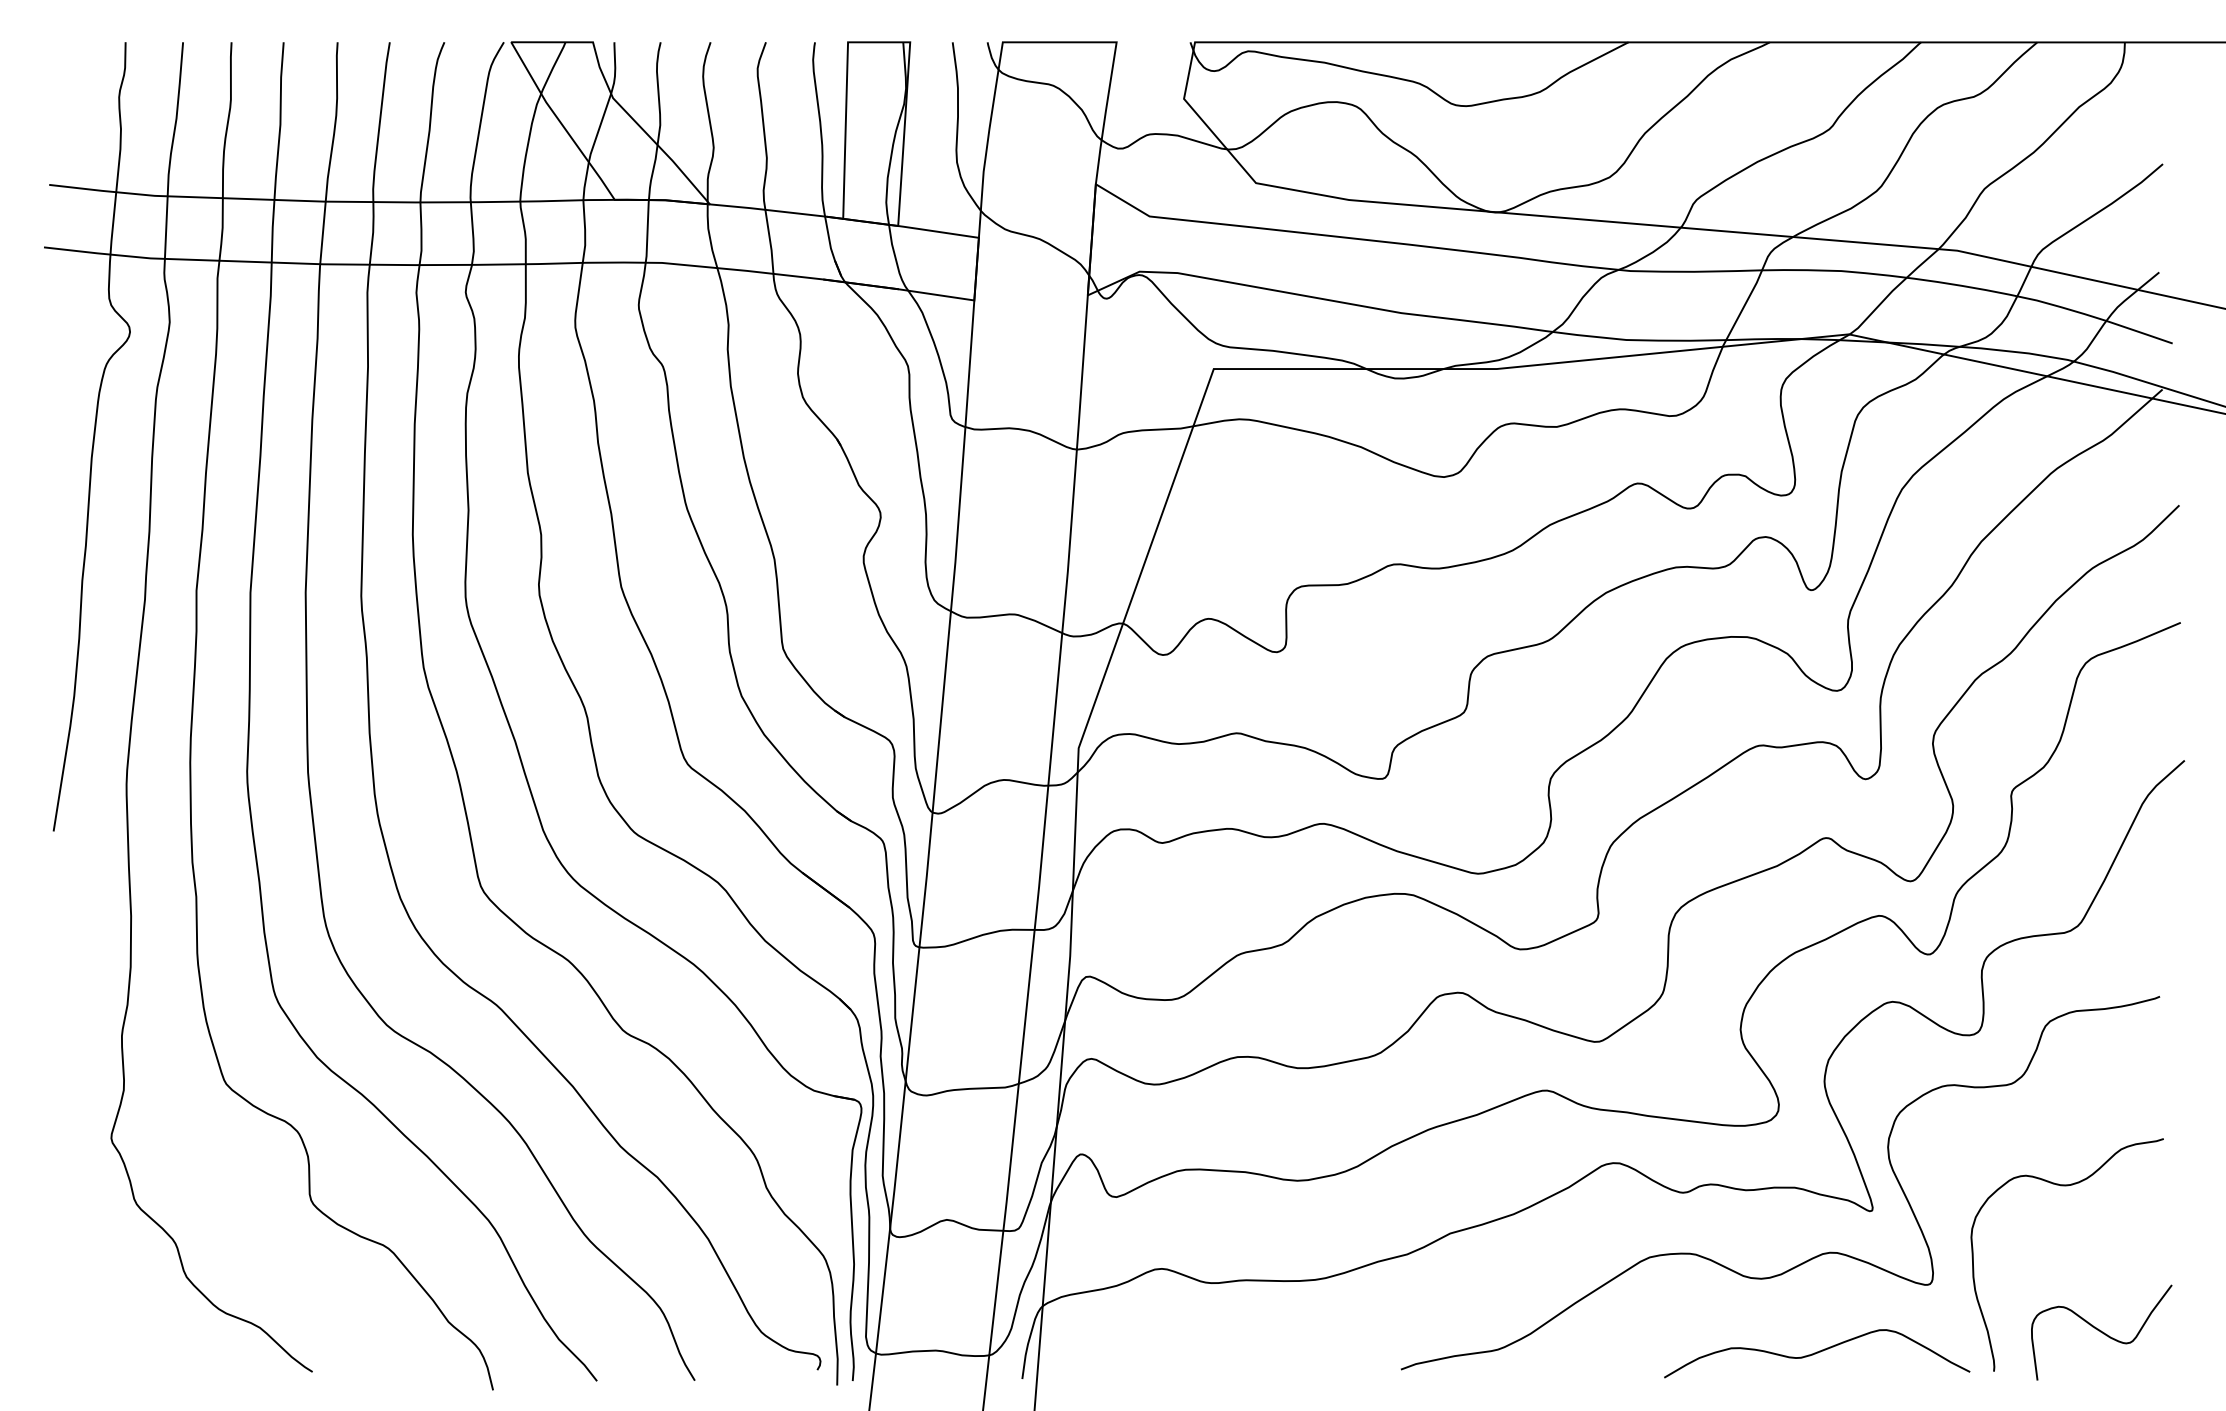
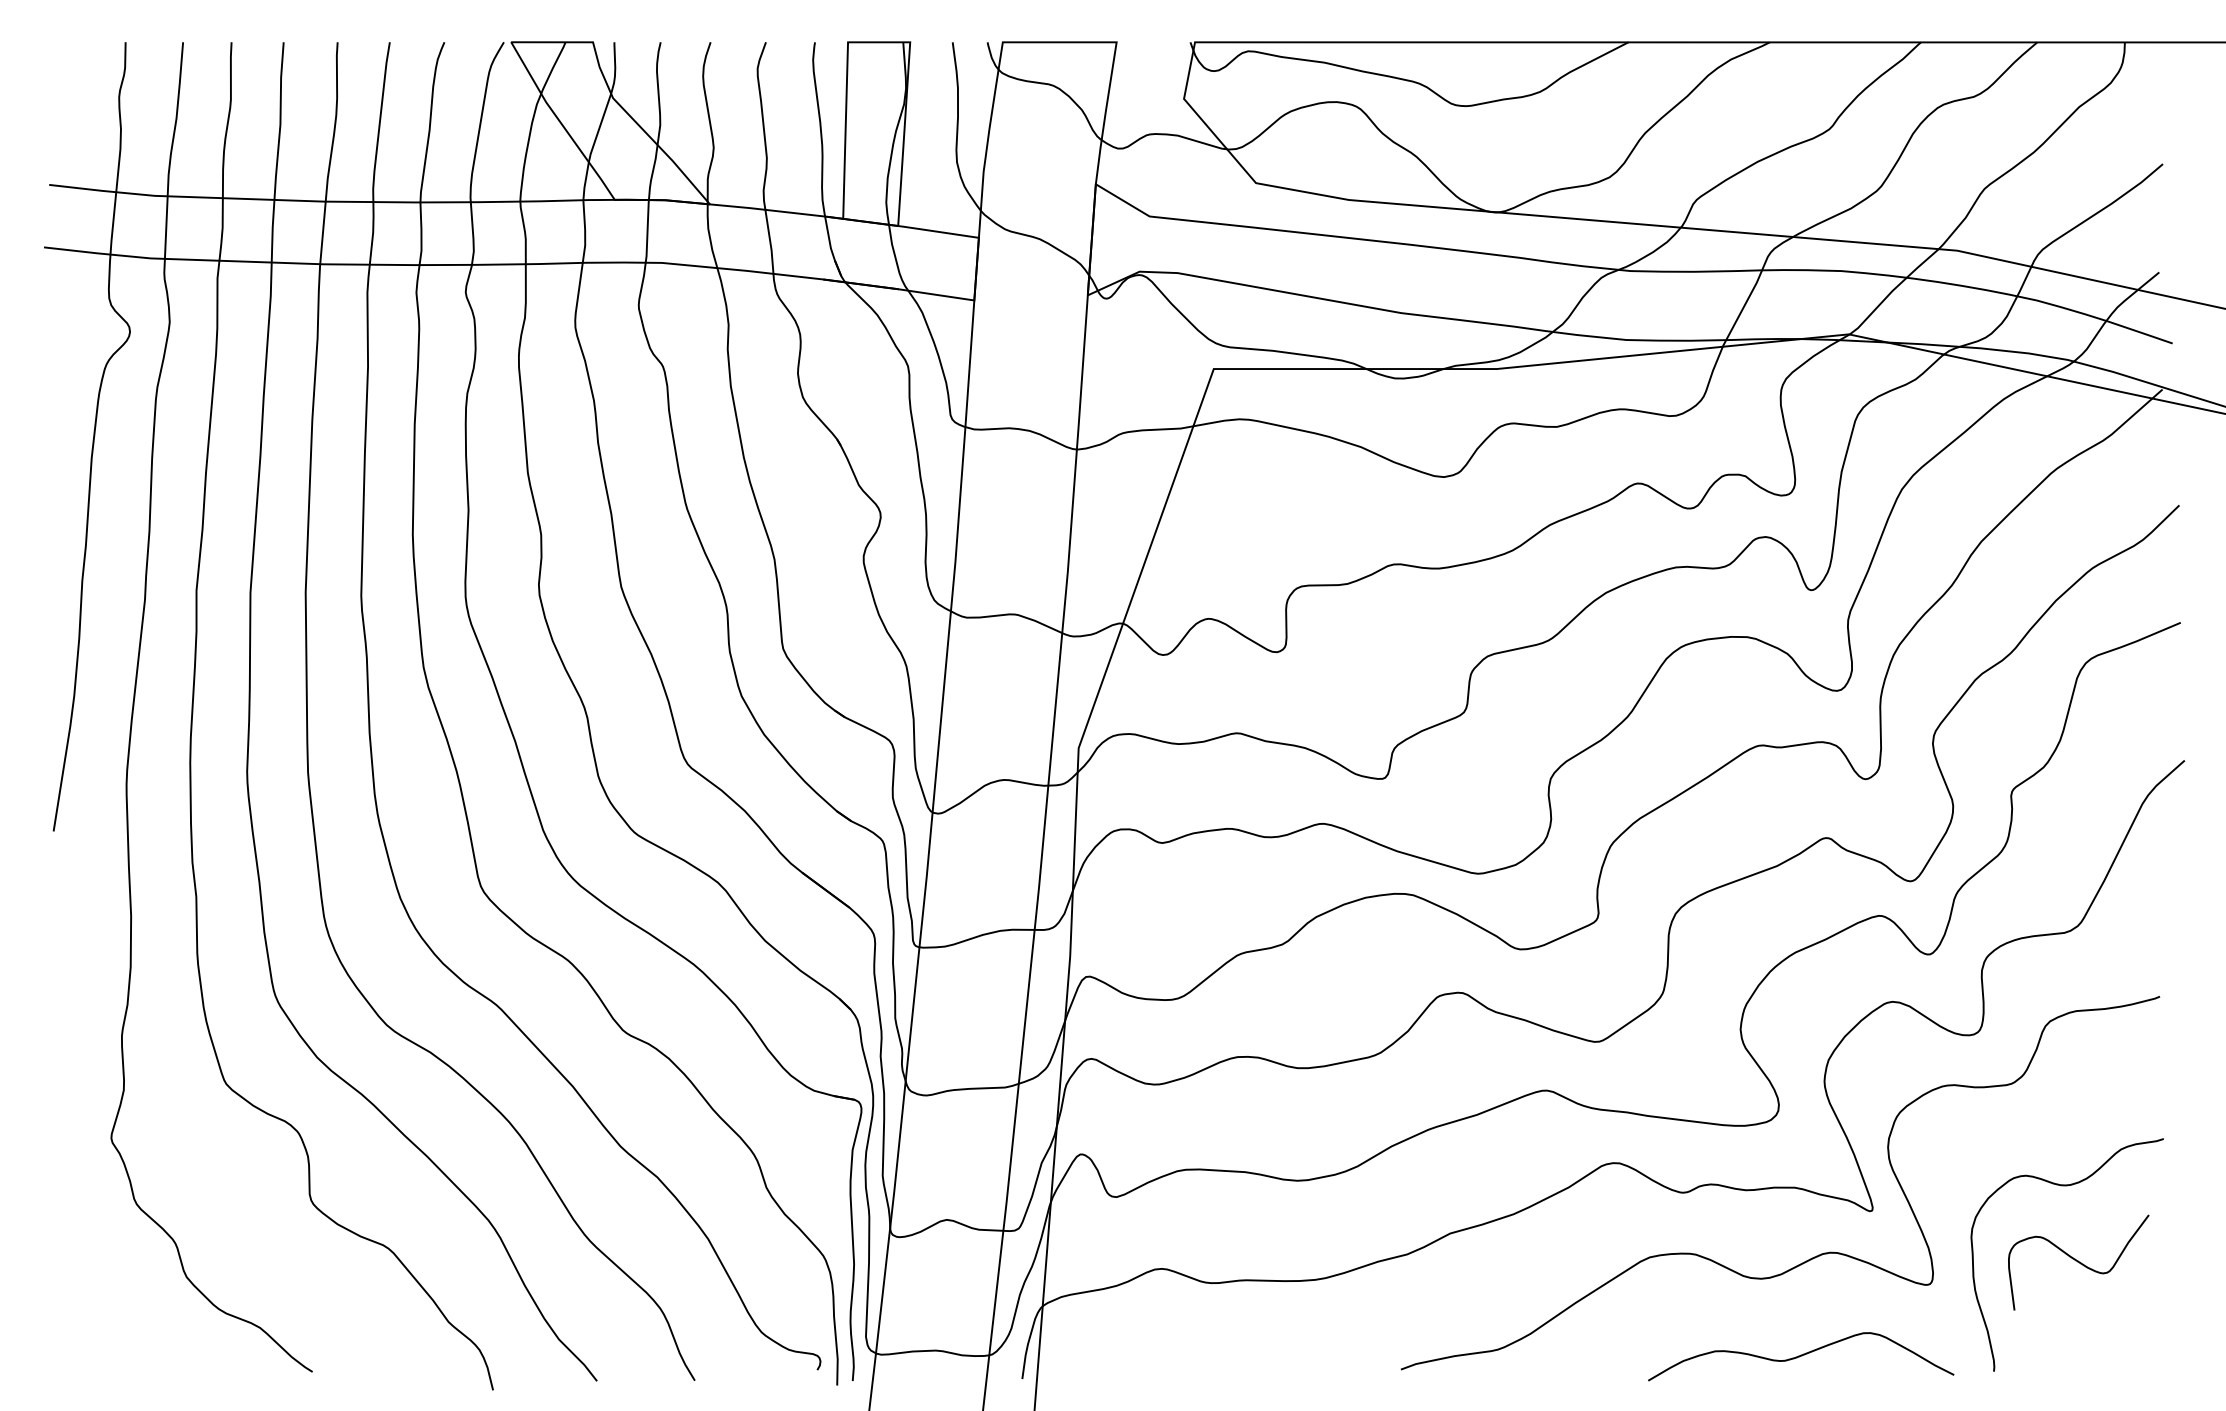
curve at (2101, 1332) position: (2101, 1332) -> (2078, 1262)
curve at (1817, 1353) position: (1817, 1353) -> (1801, 1356)
